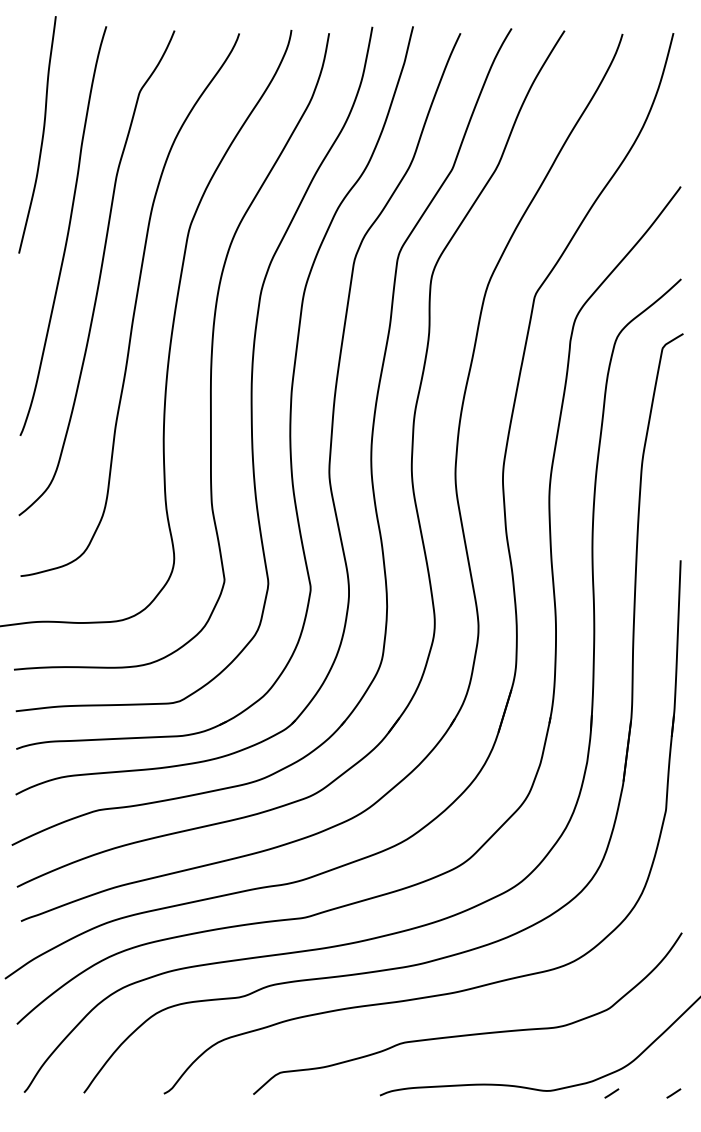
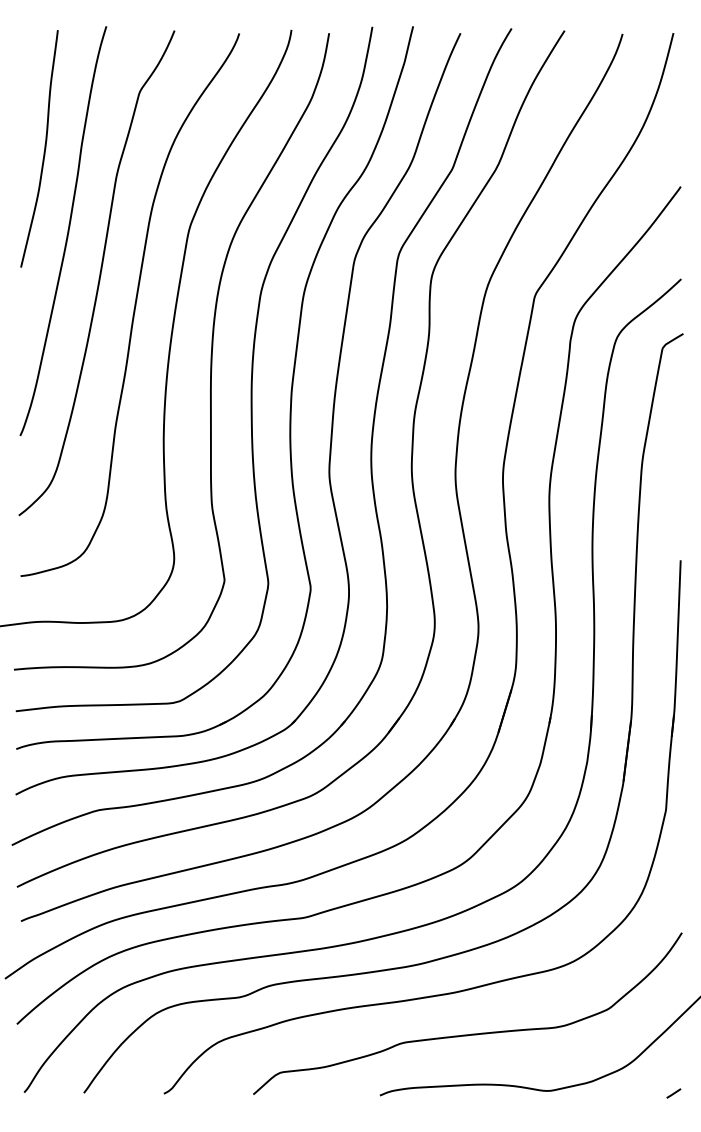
curve at (42, 134) position: (42, 134) -> (44, 148)
line at (611, 1093): present -> none
